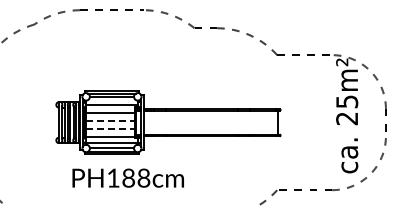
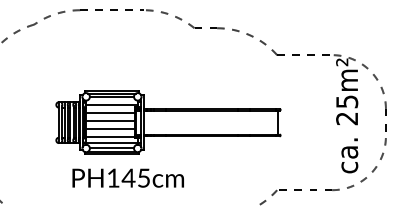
line at (110, 121): dashed -> solid
line at (110, 129): dashed -> solid
text at (135, 177): PH188cm -> PH145cm
